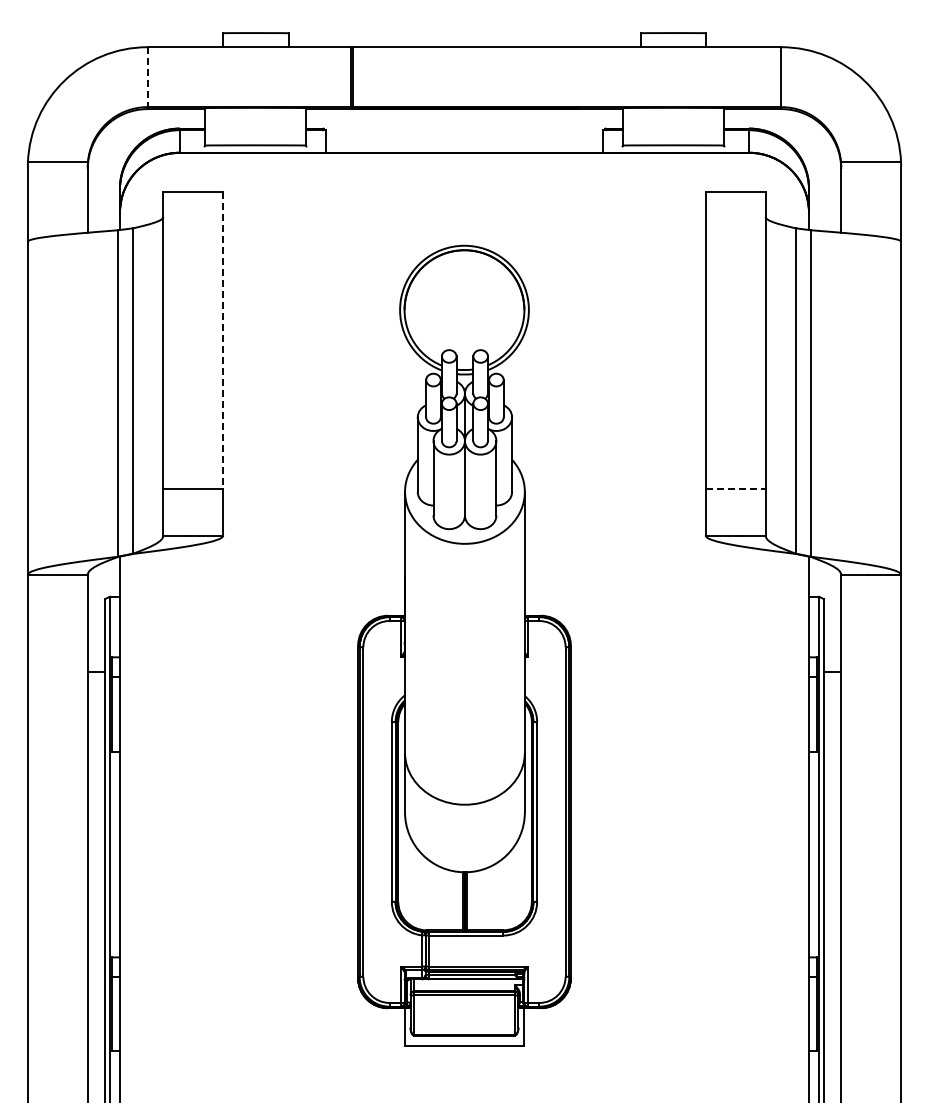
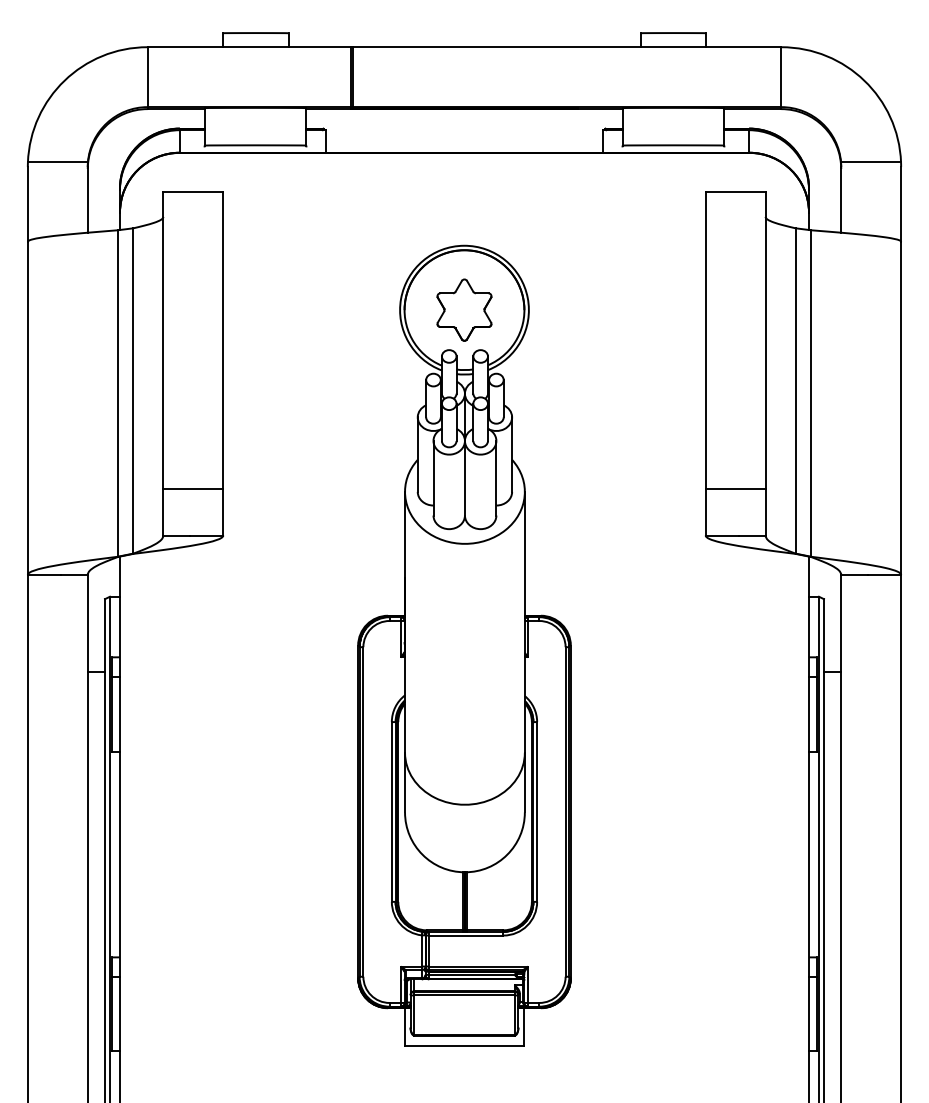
line at (147, 77): dashed -> solid
part at (464, 309): none -> present
line at (223, 341): dashed -> solid
line at (735, 488): dashed -> solid
